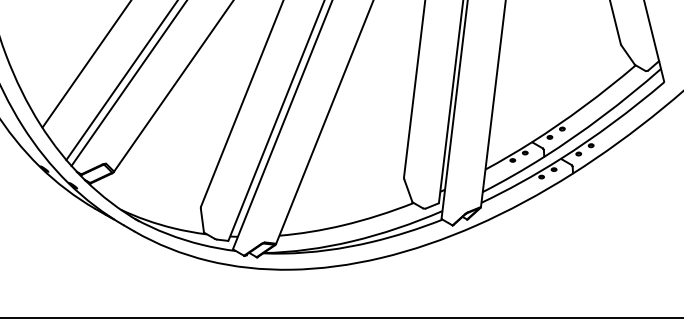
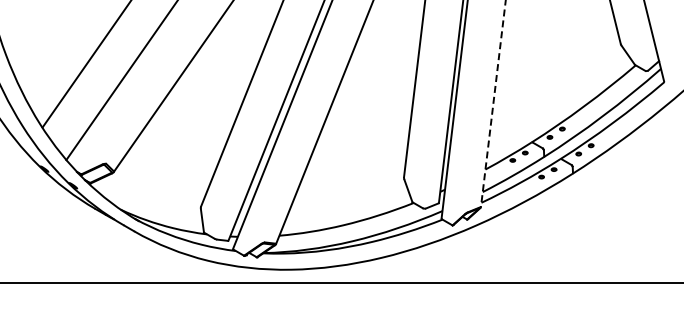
line at (128, 83): present -> none
line at (493, 104): solid -> dashed
line at (341, 318) position: (341, 318) -> (341, 283)
